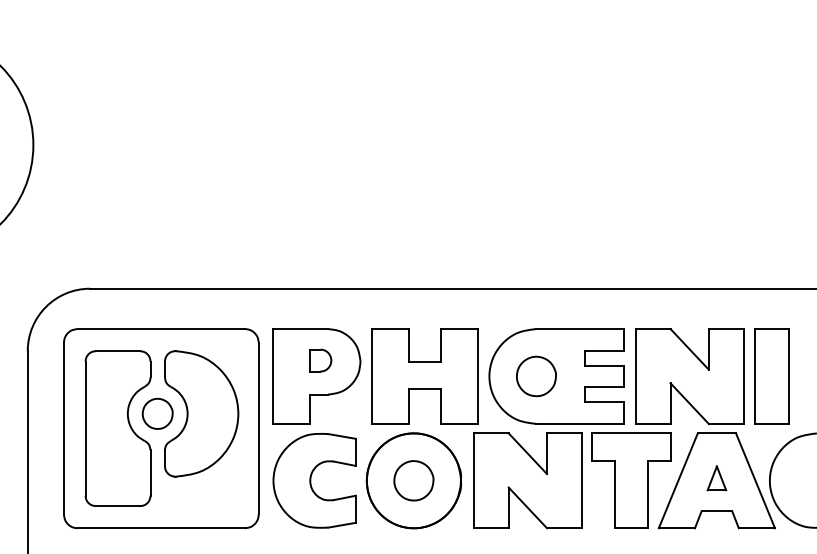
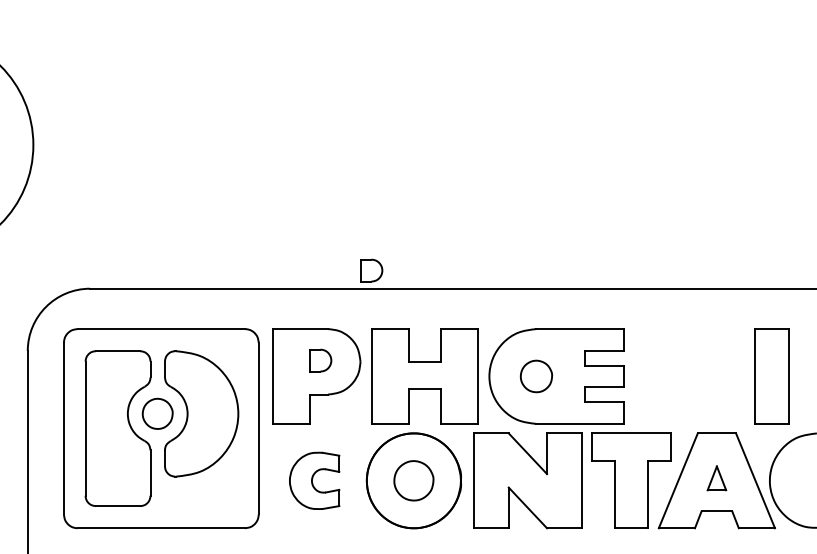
part at (371, 270): none -> present
part at (536, 376) size: 41x43 px -> 34x35 px
part at (689, 376): present -> none
part at (314, 480) size: 85x96 px -> 52x59 px
